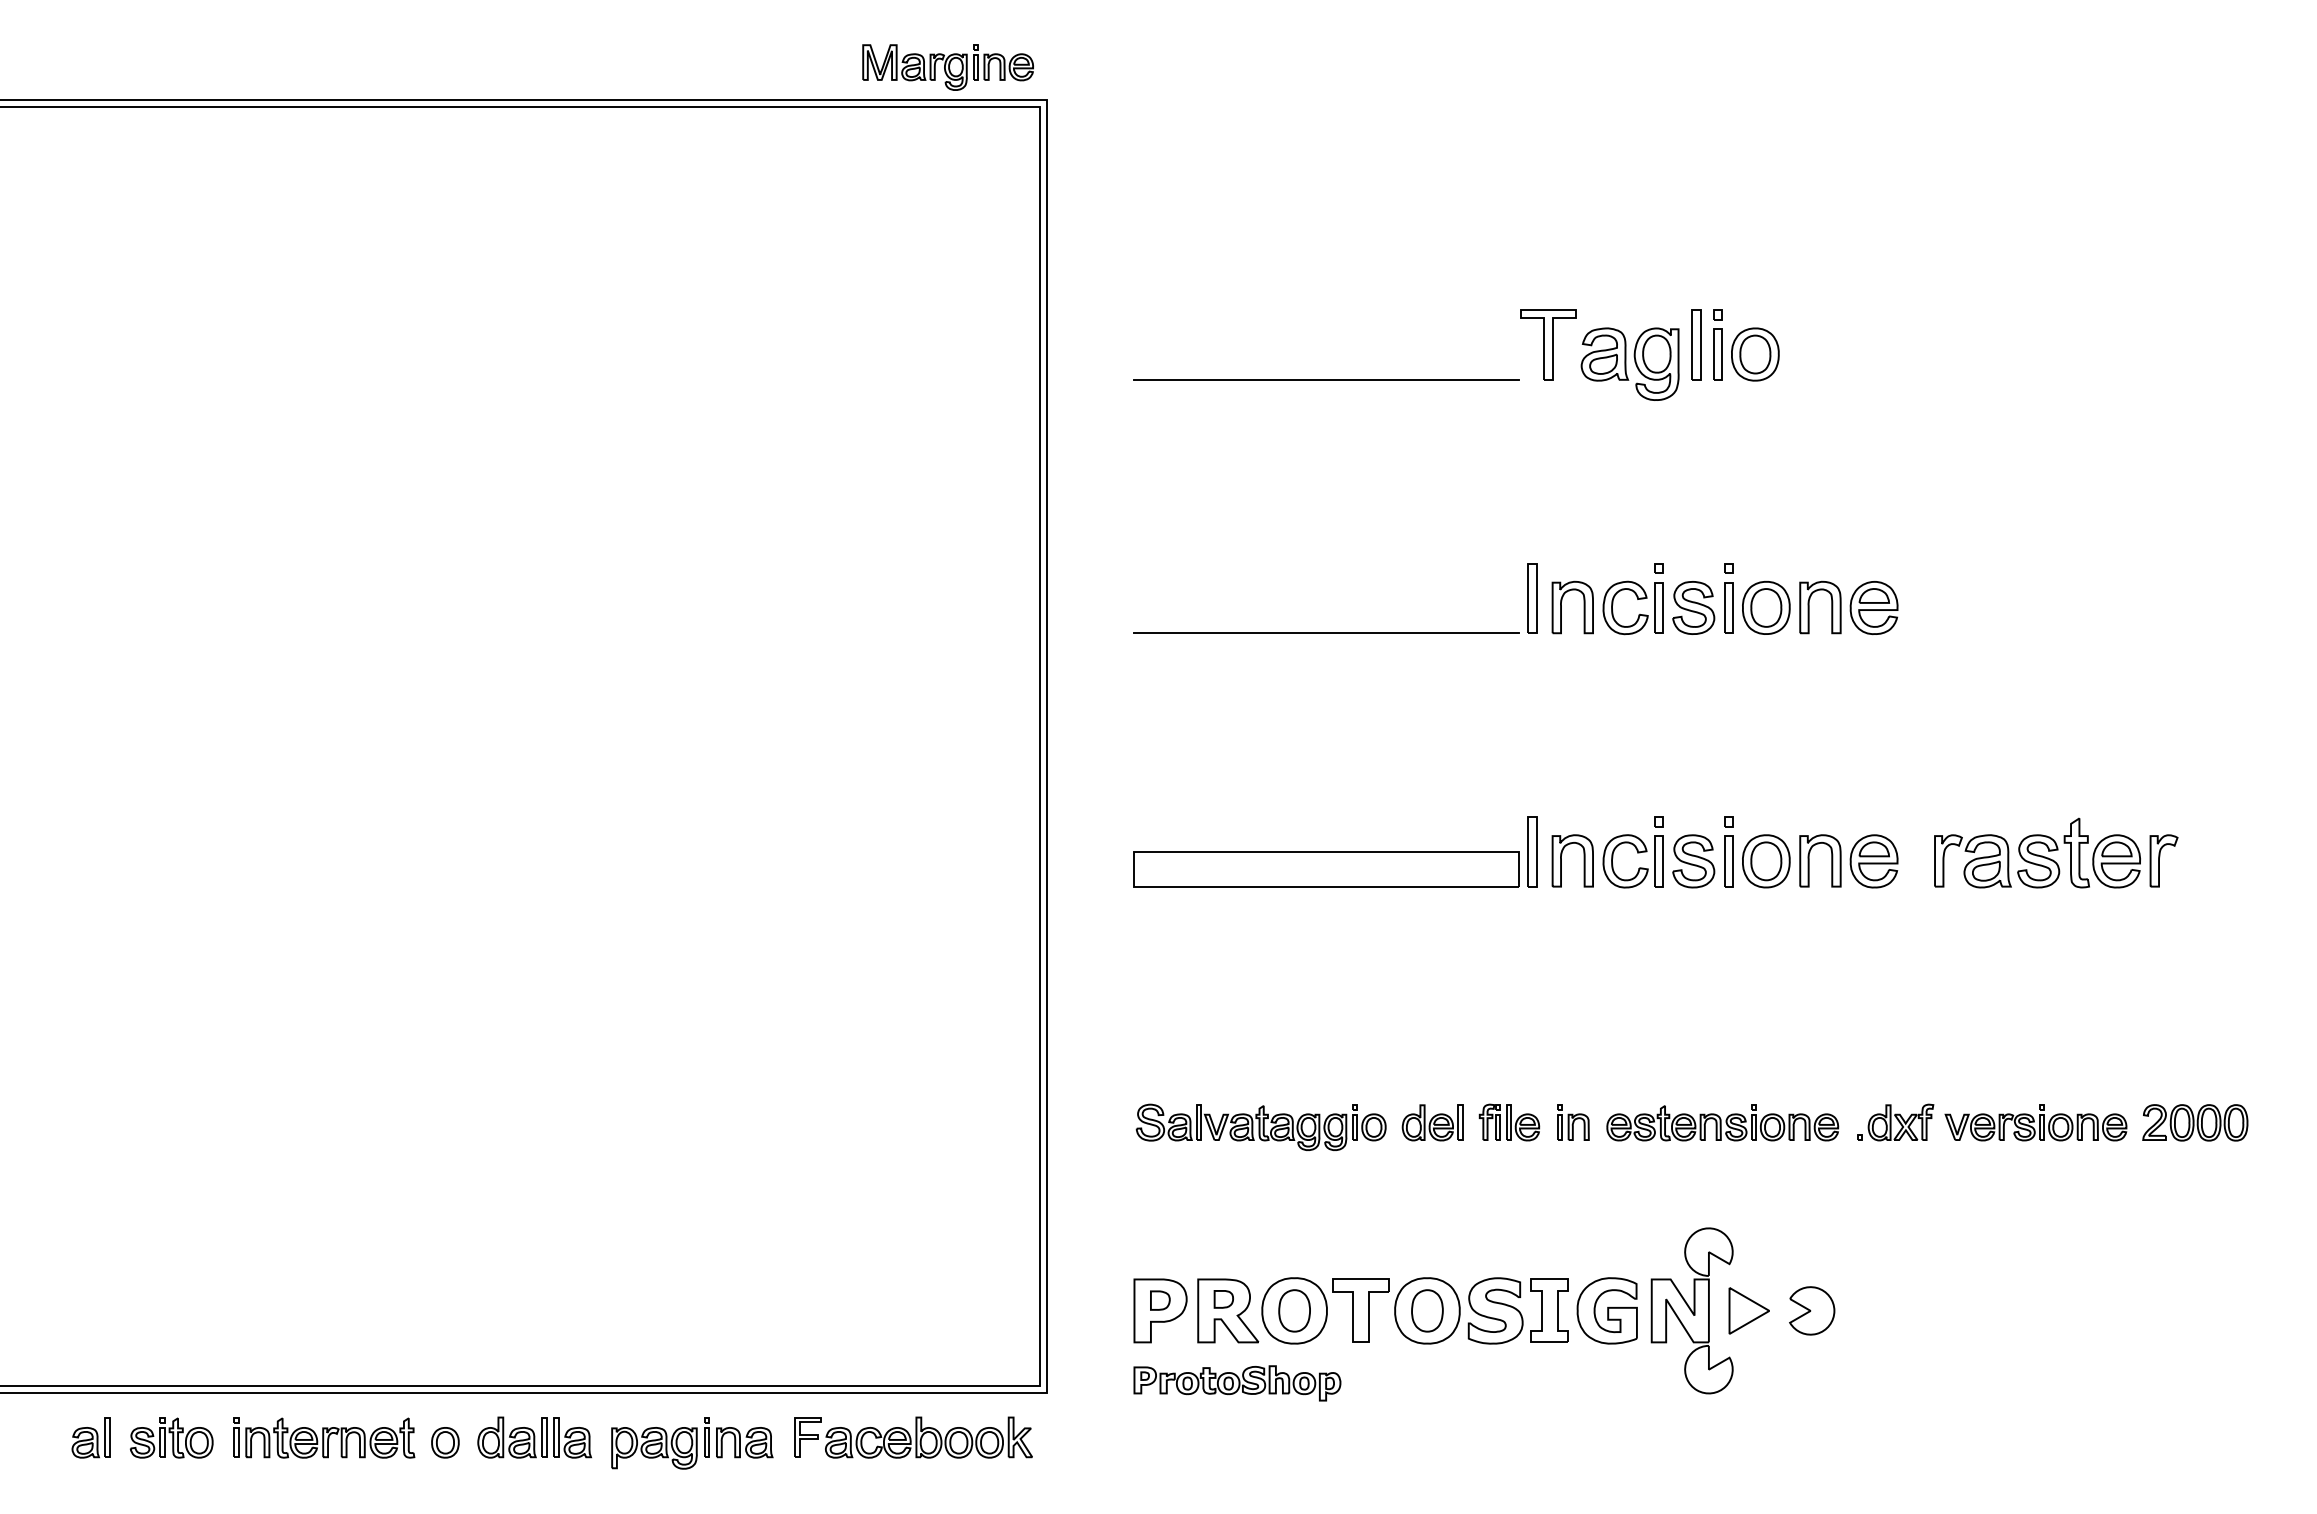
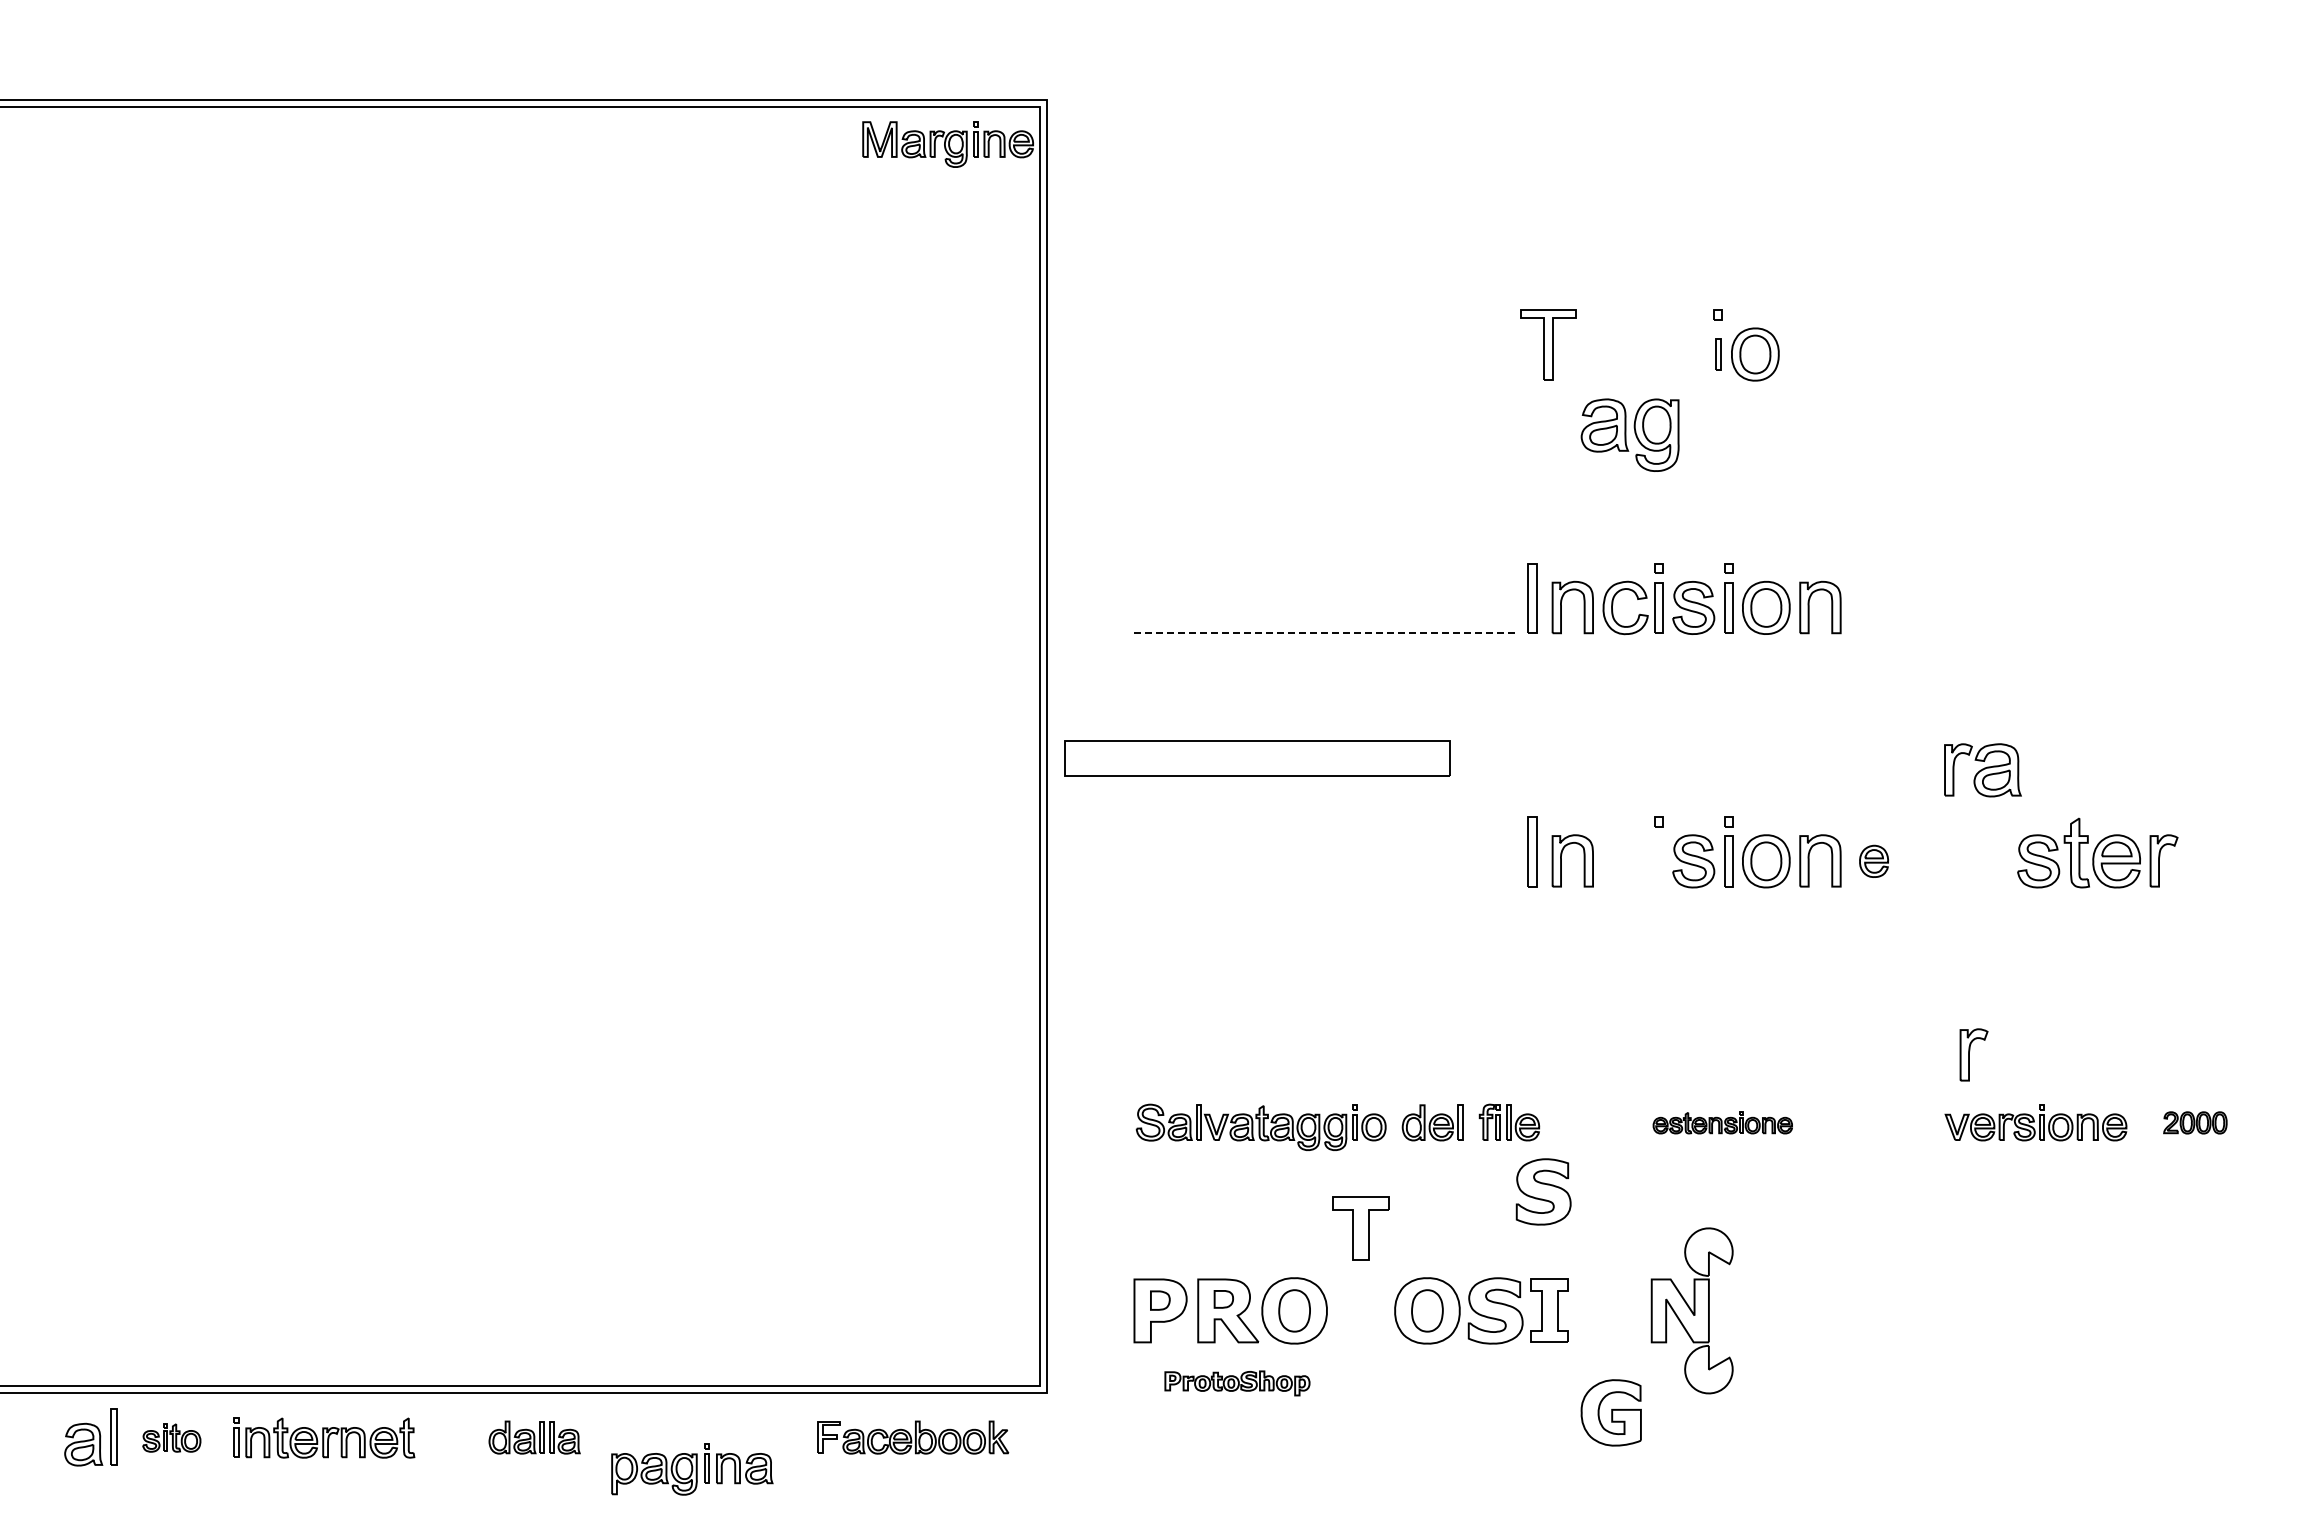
part at (947, 67) position: (947, 67) -> (947, 144)
part at (1696, 344): present -> none
part at (1717, 354) size: 10x53 px -> 7x33 px
part at (1629, 363) position: (1629, 363) -> (1629, 434)
line at (1326, 379): present -> none
part at (1873, 608): present -> none
line at (1327, 633): solid -> dashed
part at (1873, 861) size: 50x55 px -> 30x34 px
part at (1972, 861) position: (1972, 861) -> (1982, 770)
part at (1639, 867): present -> none
part at (1326, 869) position: (1326, 869) -> (1257, 758)
part at (1973, 1054): none -> present
part at (1573, 1122): present -> none
part at (1722, 1122) size: 234x38 px -> 141x24 px
part at (1895, 1122): present -> none
part at (2195, 1122) size: 107x38 px -> 65x24 px
part at (1543, 1191): none -> present
part at (1360, 1310) position: (1360, 1310) -> (1360, 1228)
part at (1606, 1310) position: (1606, 1310) -> (1610, 1412)
part at (1748, 1310): present -> none
part at (1812, 1310): present -> none
part at (1237, 1383) size: 209x37 px -> 147x27 px
part at (90, 1437) size: 40x42 px -> 54x59 px
part at (171, 1437) size: 84x42 px -> 60x30 px
part at (534, 1437) size: 115x43 px -> 93x35 px
part at (913, 1437) size: 239x43 px -> 193x35 px
part at (445, 1442): present -> none
part at (692, 1443) position: (692, 1443) -> (692, 1469)
